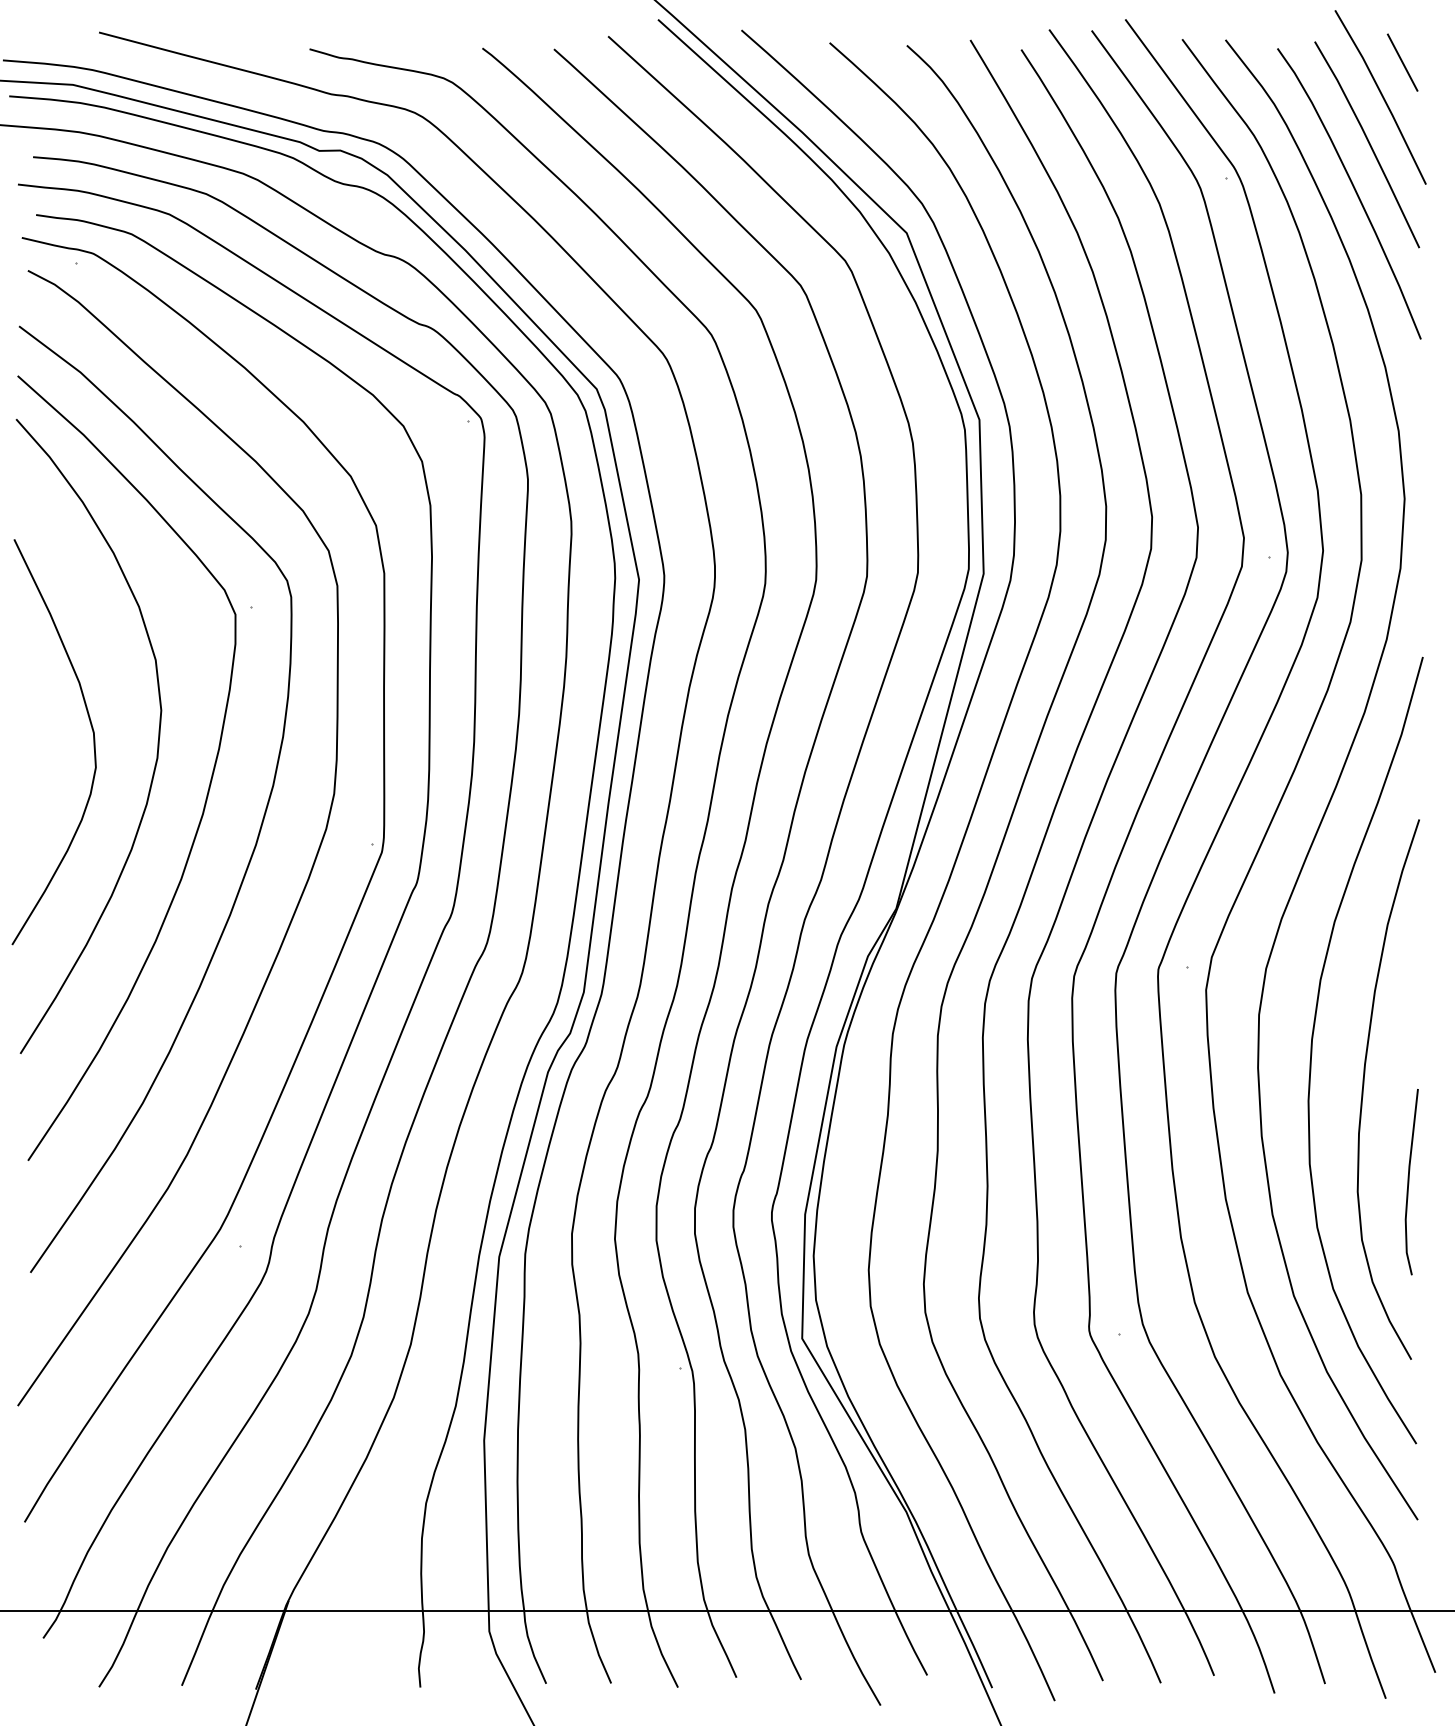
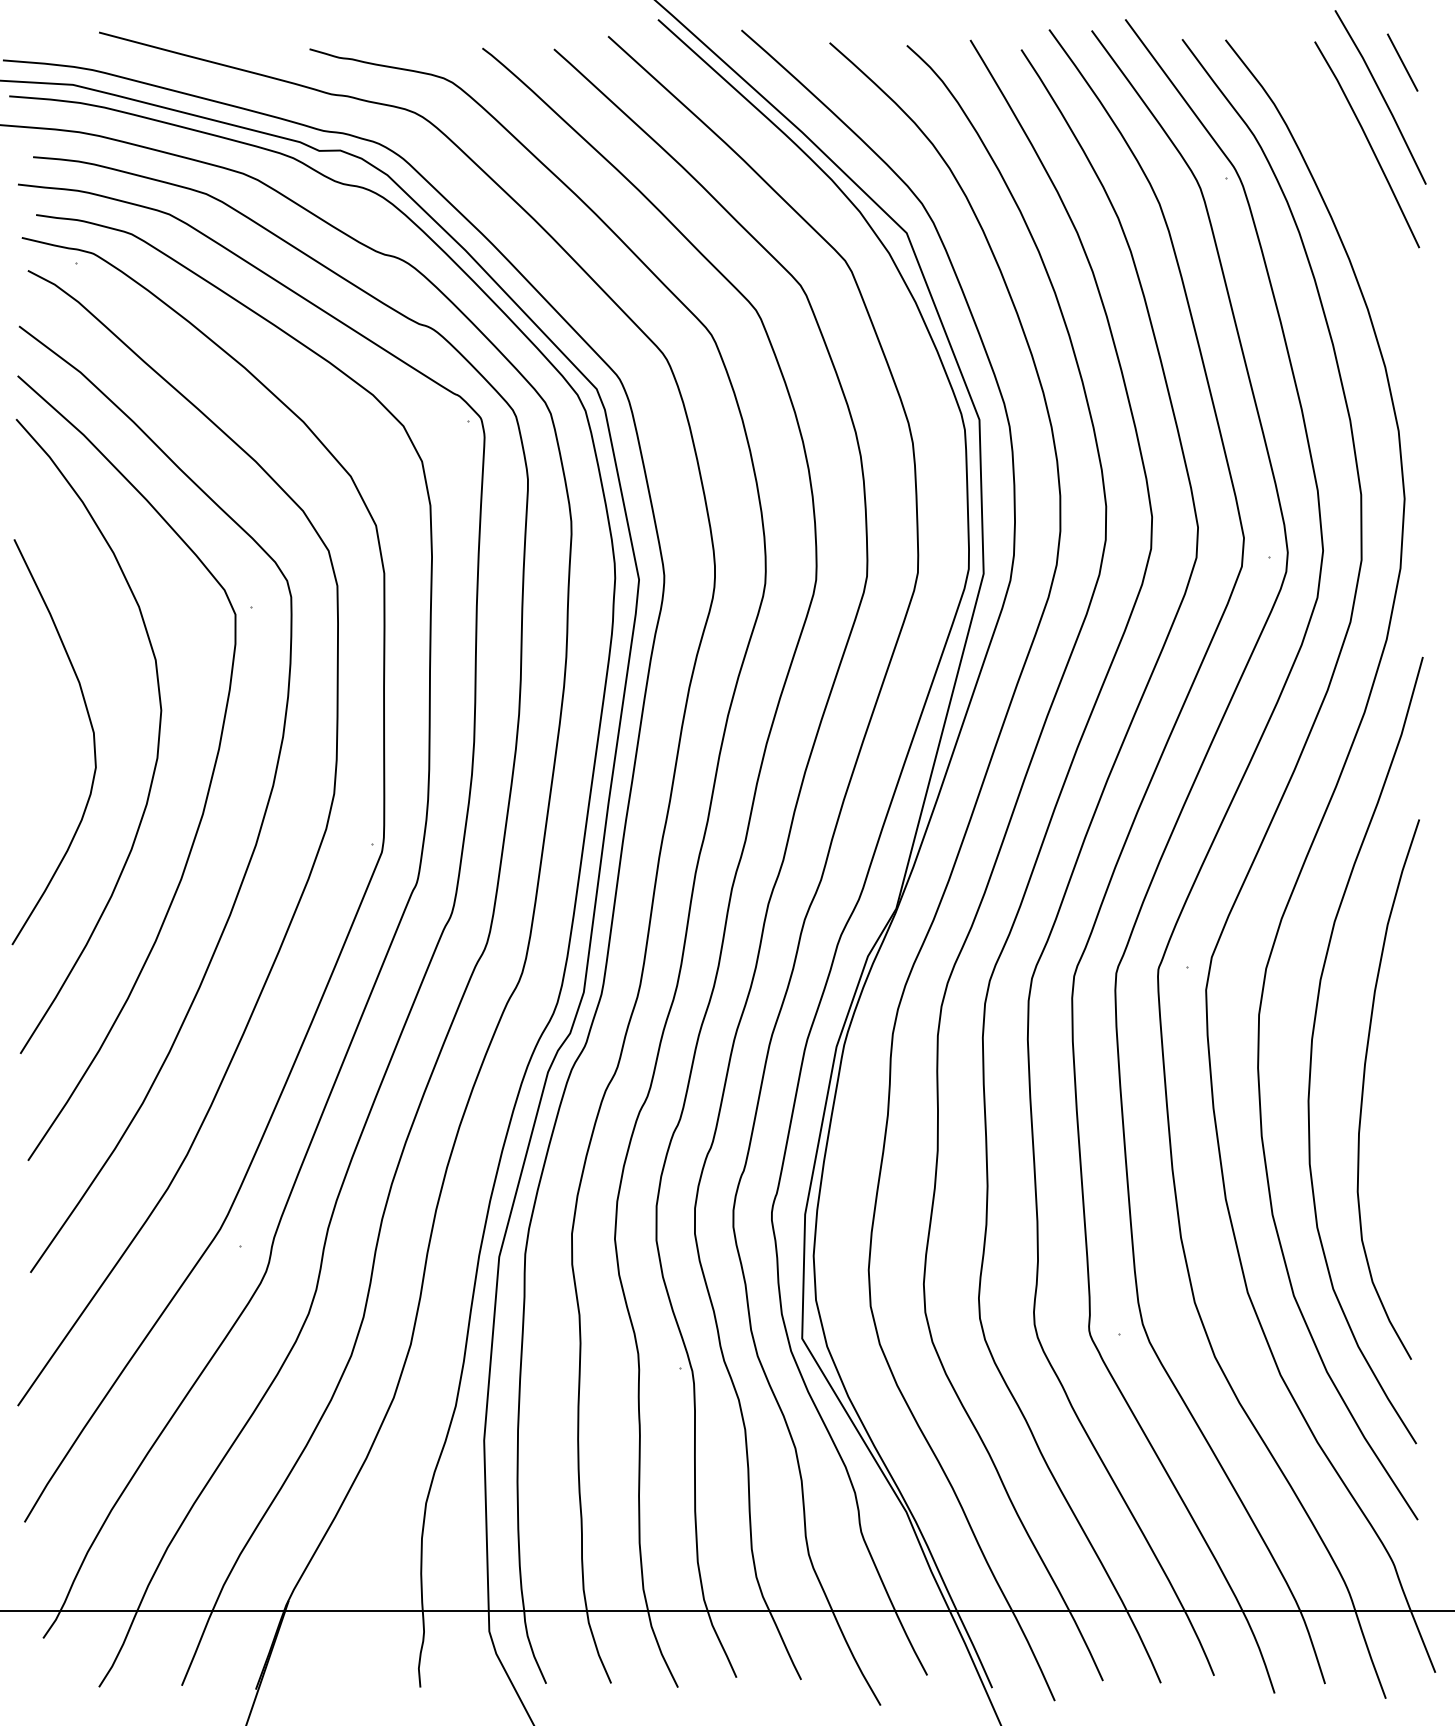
curve at (1354, 190): present -> none
line at (1409, 1182): present -> none
